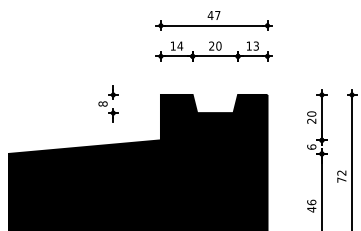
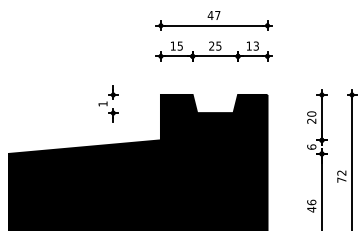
text at (180, 45): 14 -> 15
text at (218, 45): 20 -> 25
text at (102, 103): 8 -> 1
